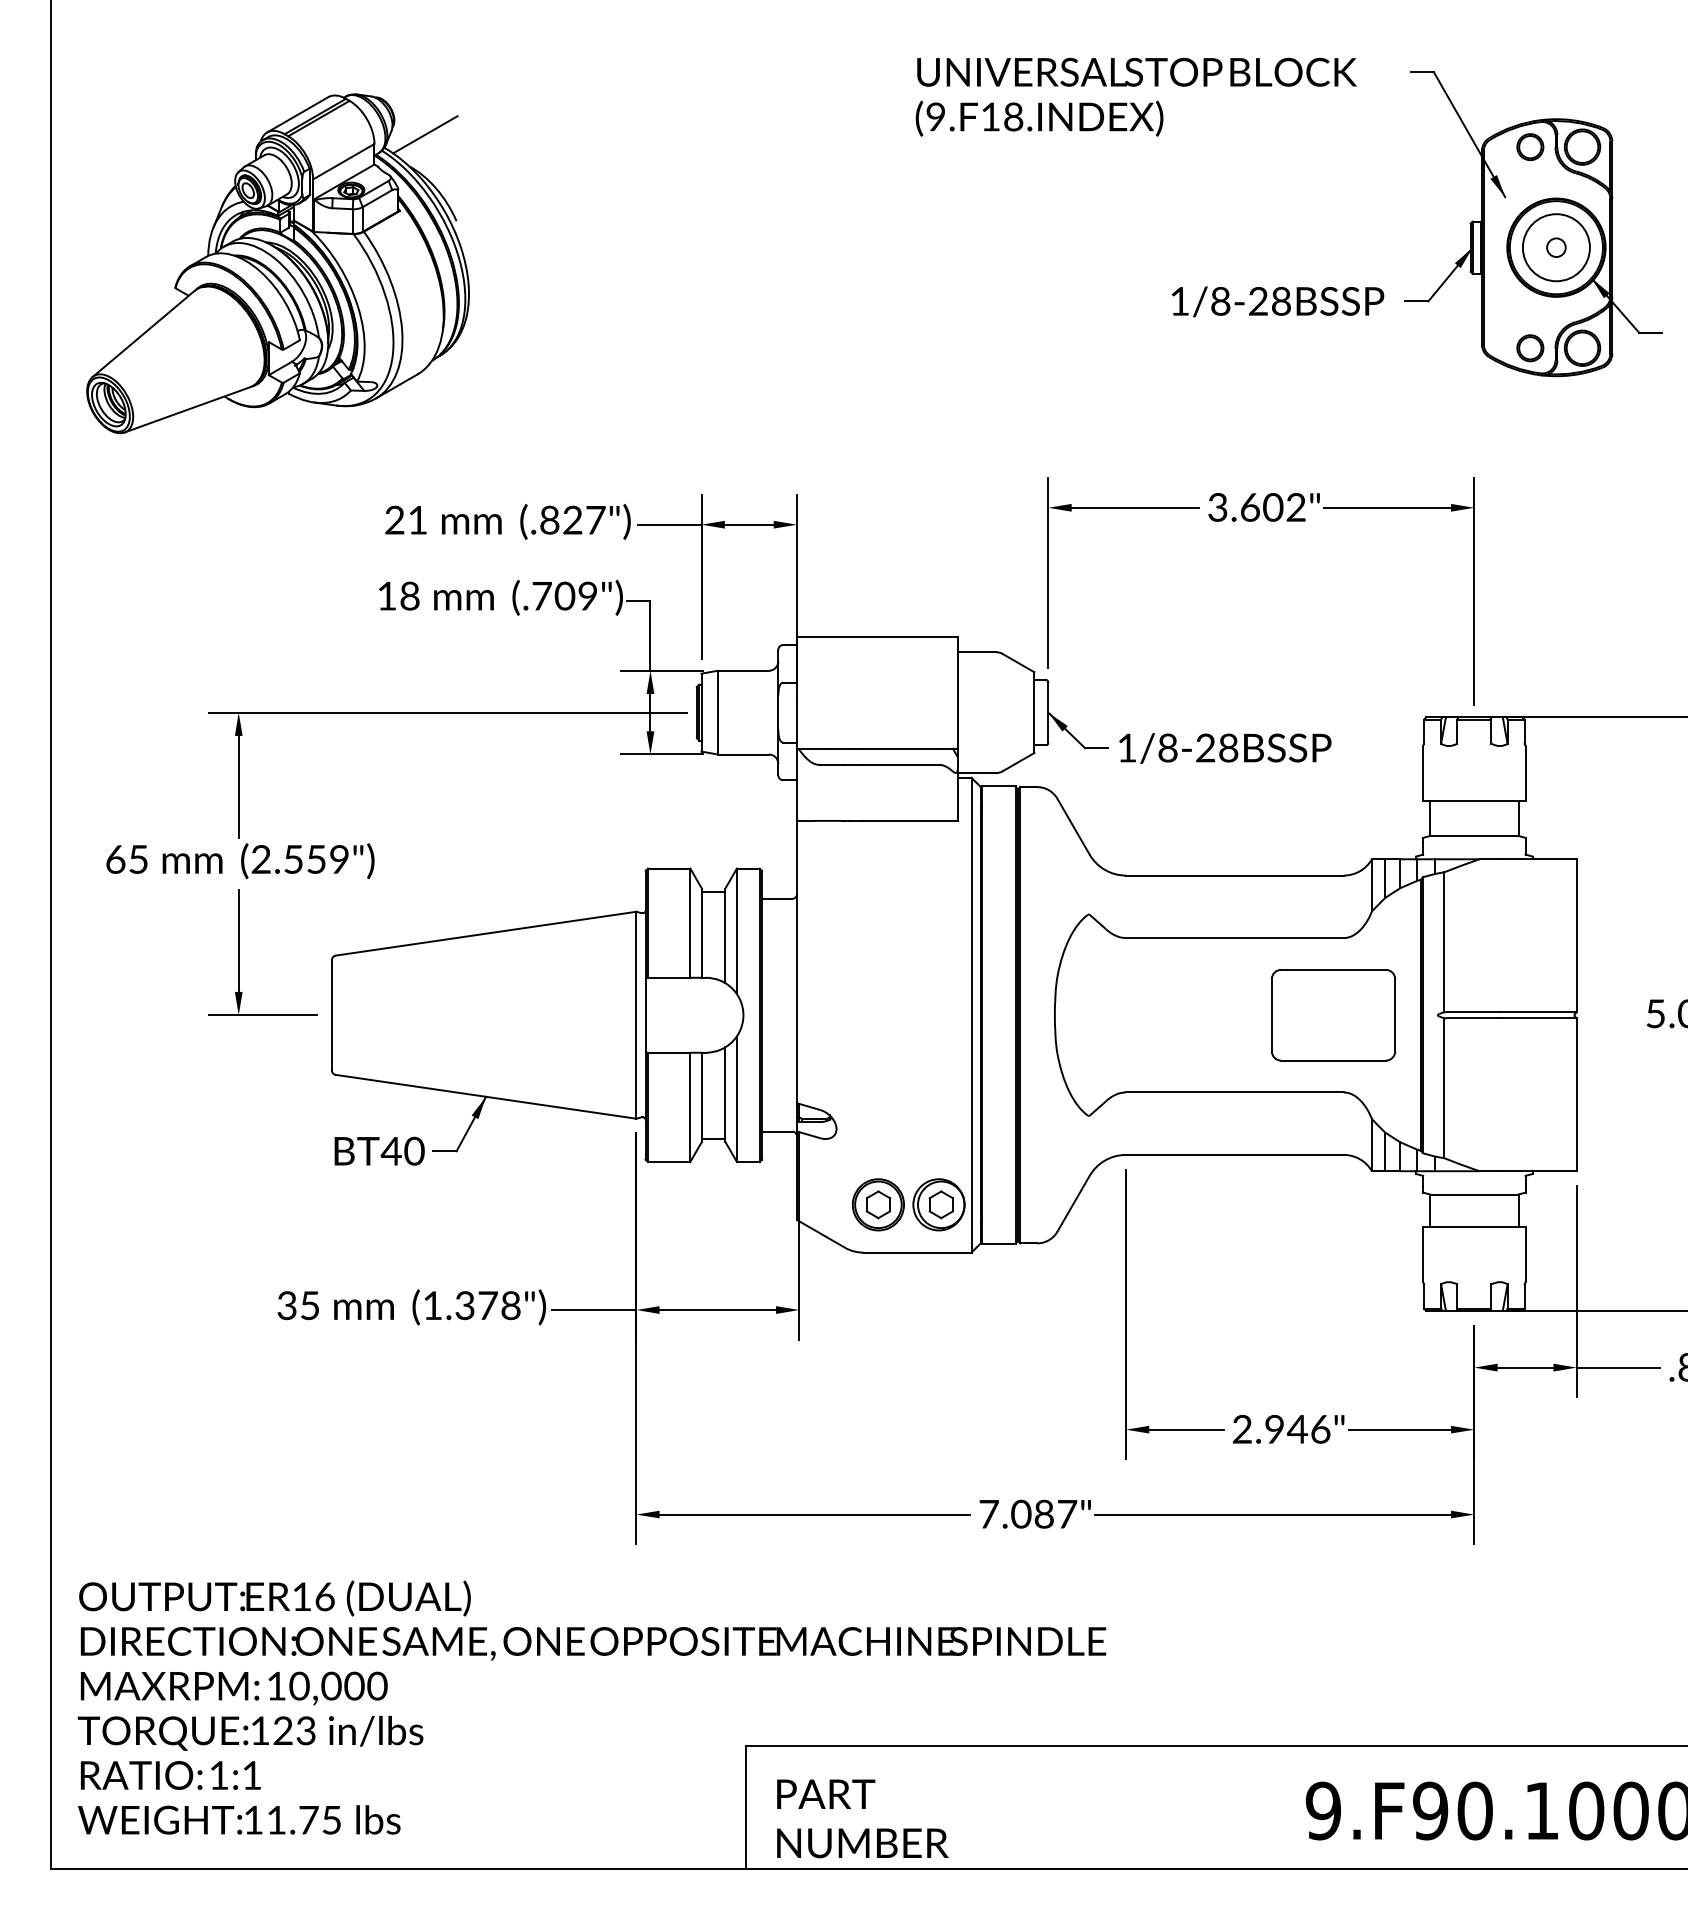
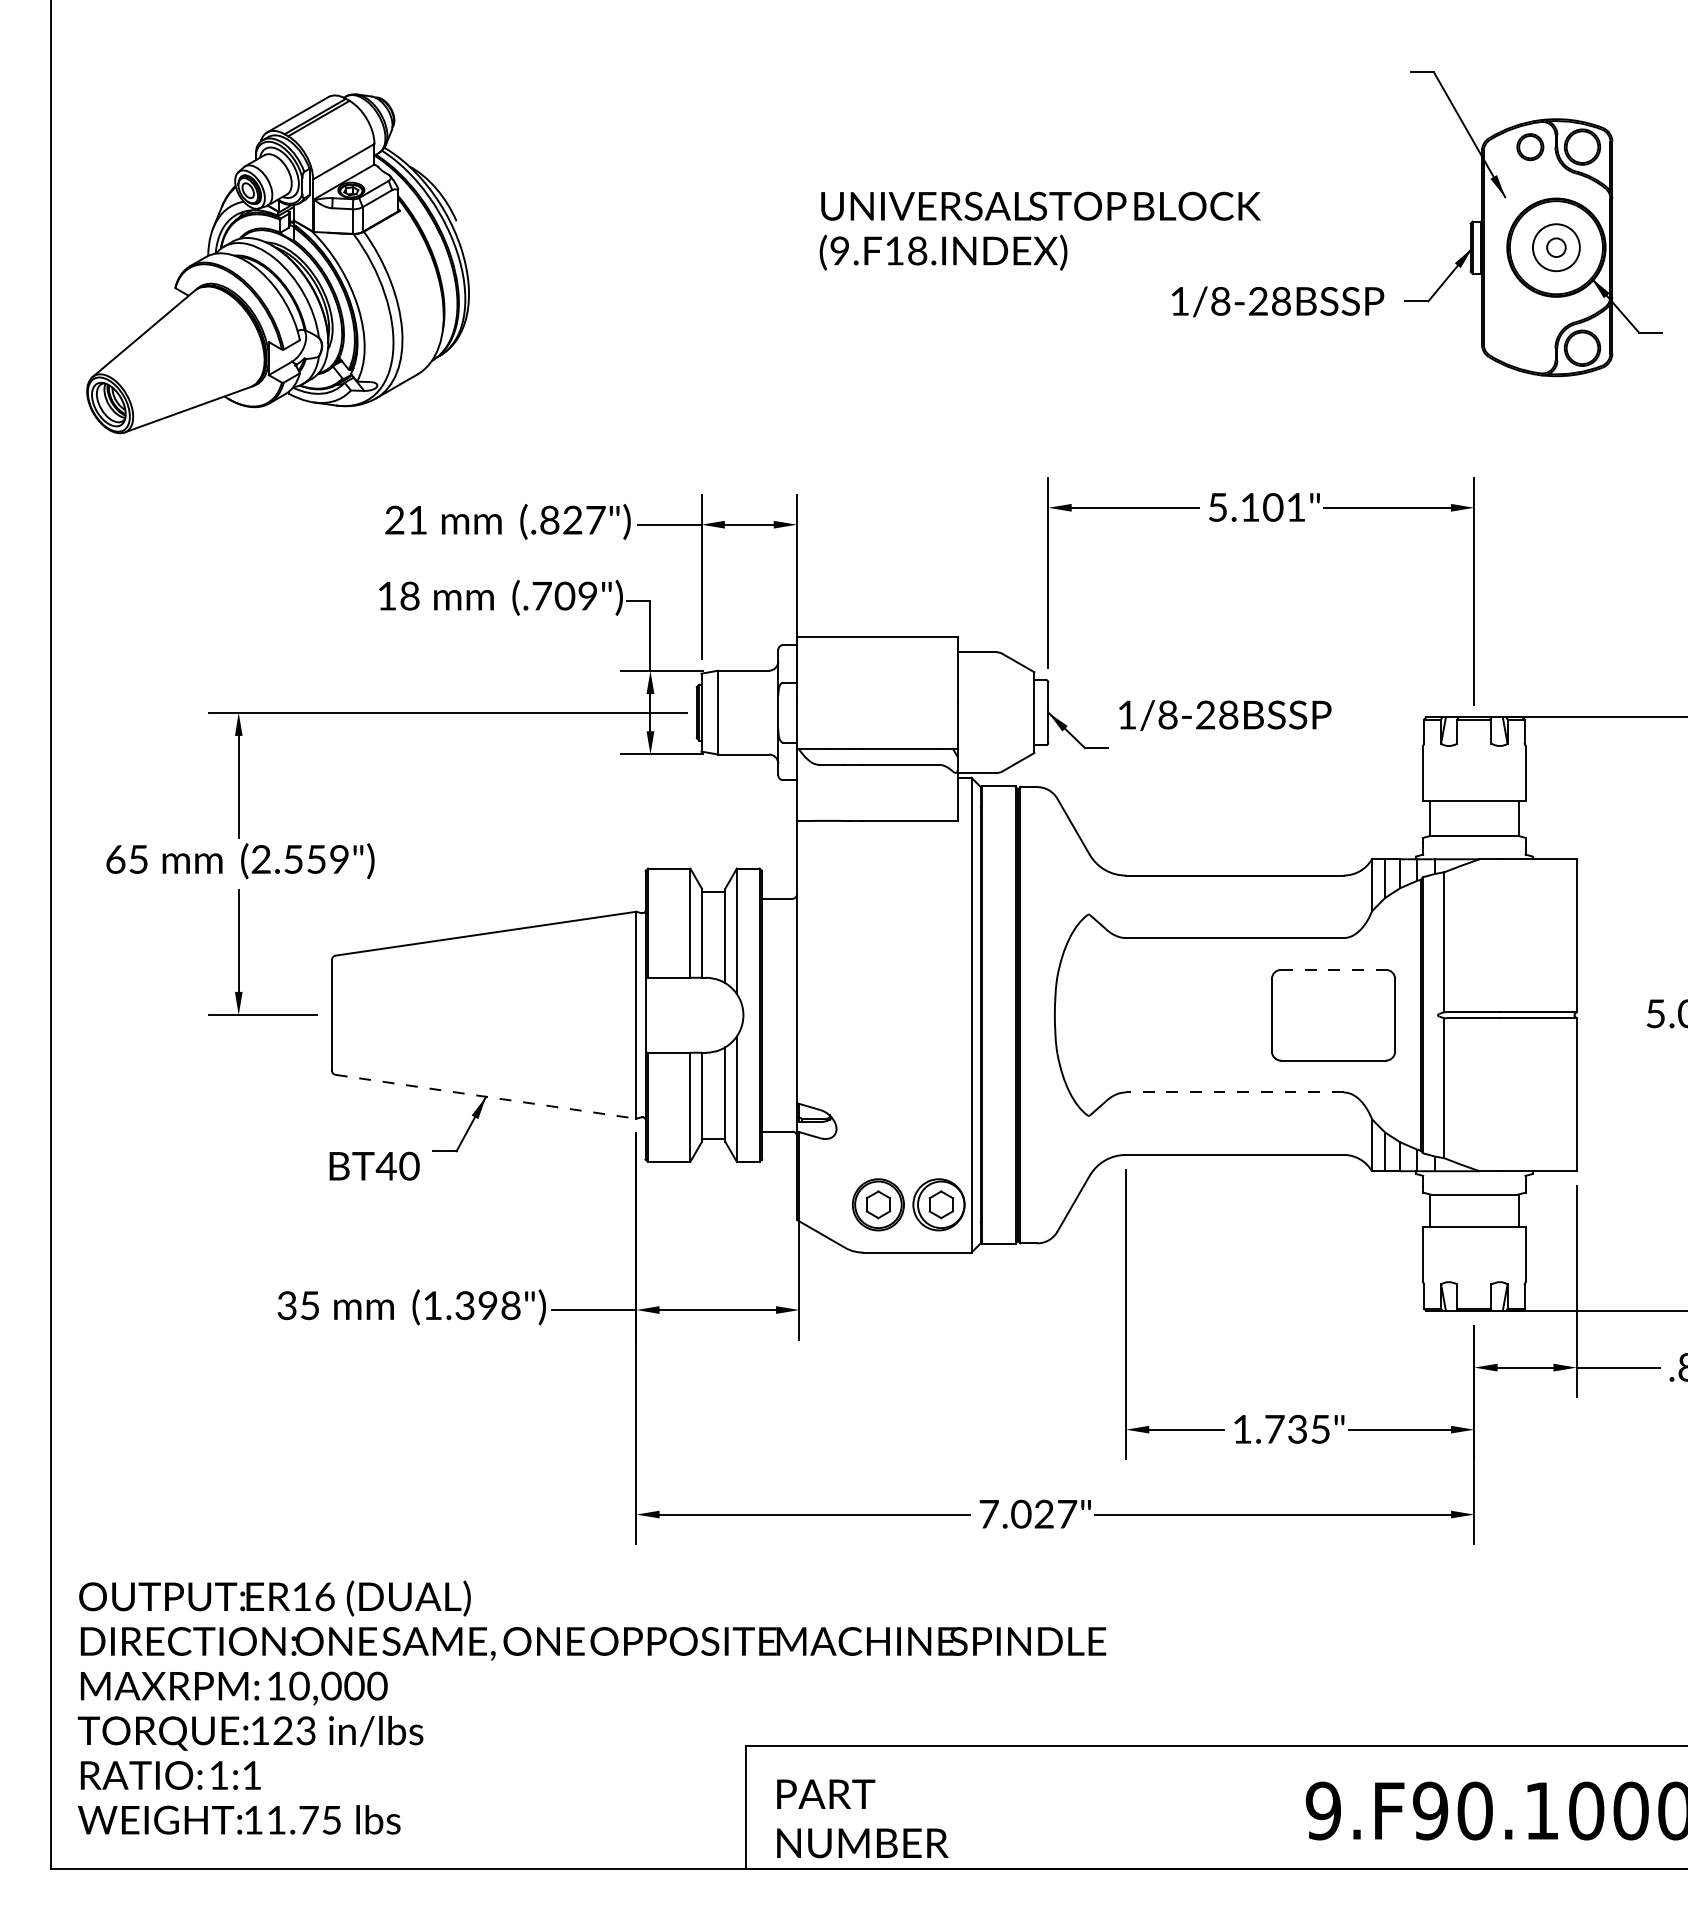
text at (1135, 96) position: (1135, 96) -> (1039, 230)
line at (425, 134): present -> none
circle at (1555, 247) diameter: 67 px -> 47 px
part at (1530, 348): present -> none
text at (1256, 507): 3.602" -> 5.101"
text at (1225, 748) position: (1225, 748) -> (1225, 715)
line at (1334, 969): solid -> dashed
line at (1234, 1092): solid -> dashed
line at (486, 1096): solid -> dashed
text at (379, 1150) position: (379, 1150) -> (374, 1165)
text at (487, 1305): (1.378") -> (1.398")
text at (1281, 1428): 2.946" -> 1.735"
text at (1043, 1514): 7.087" -> 7.027"
